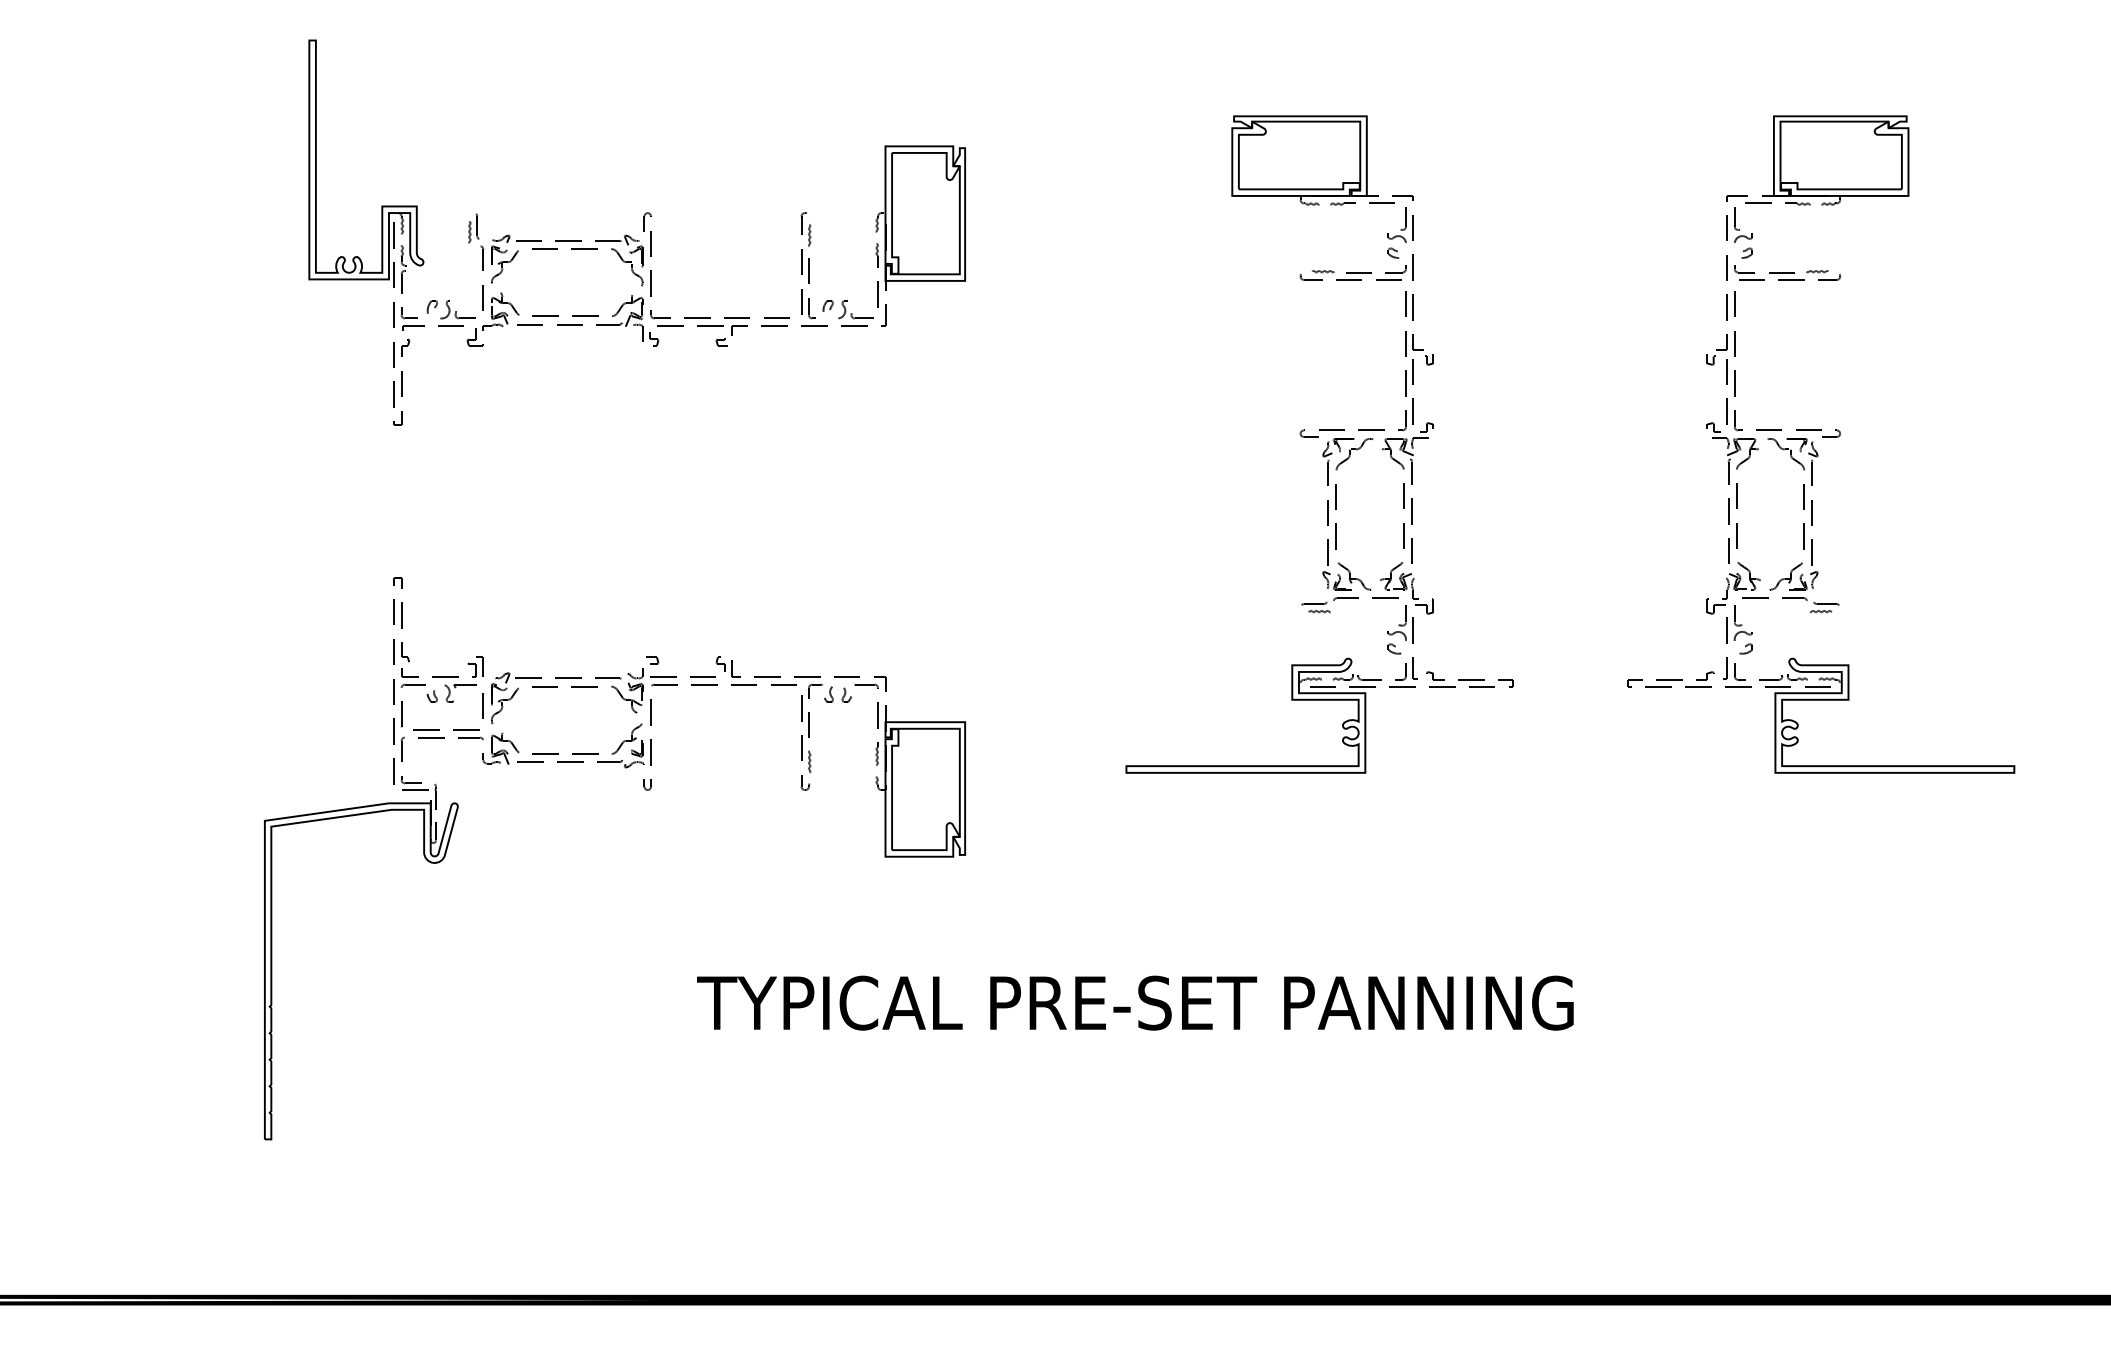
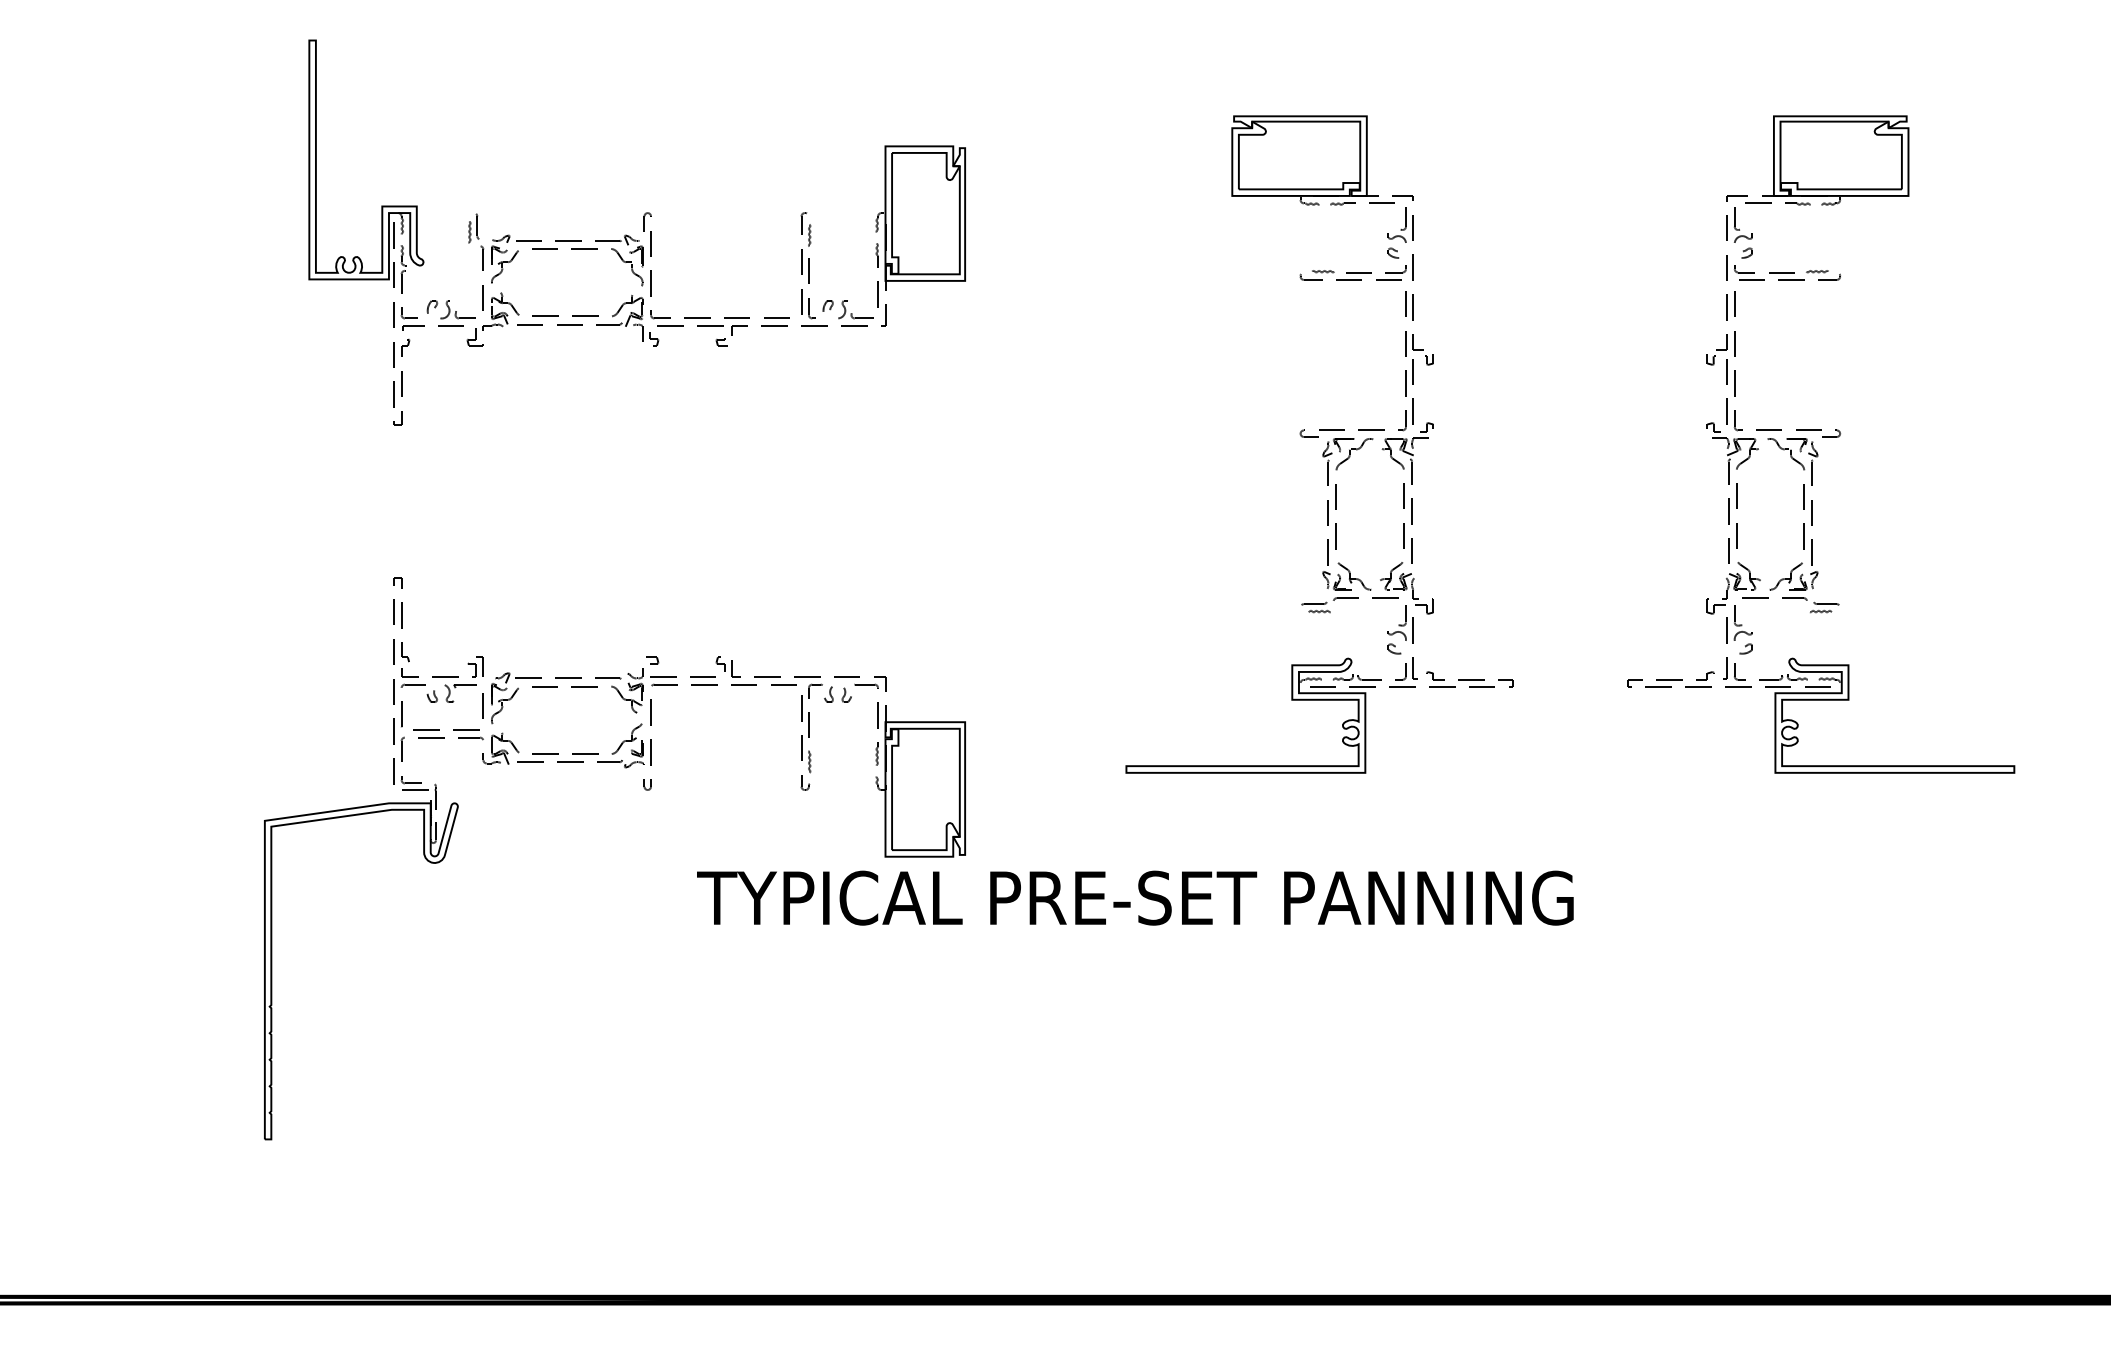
text at (1135, 1002) position: (1135, 1002) -> (1135, 897)
